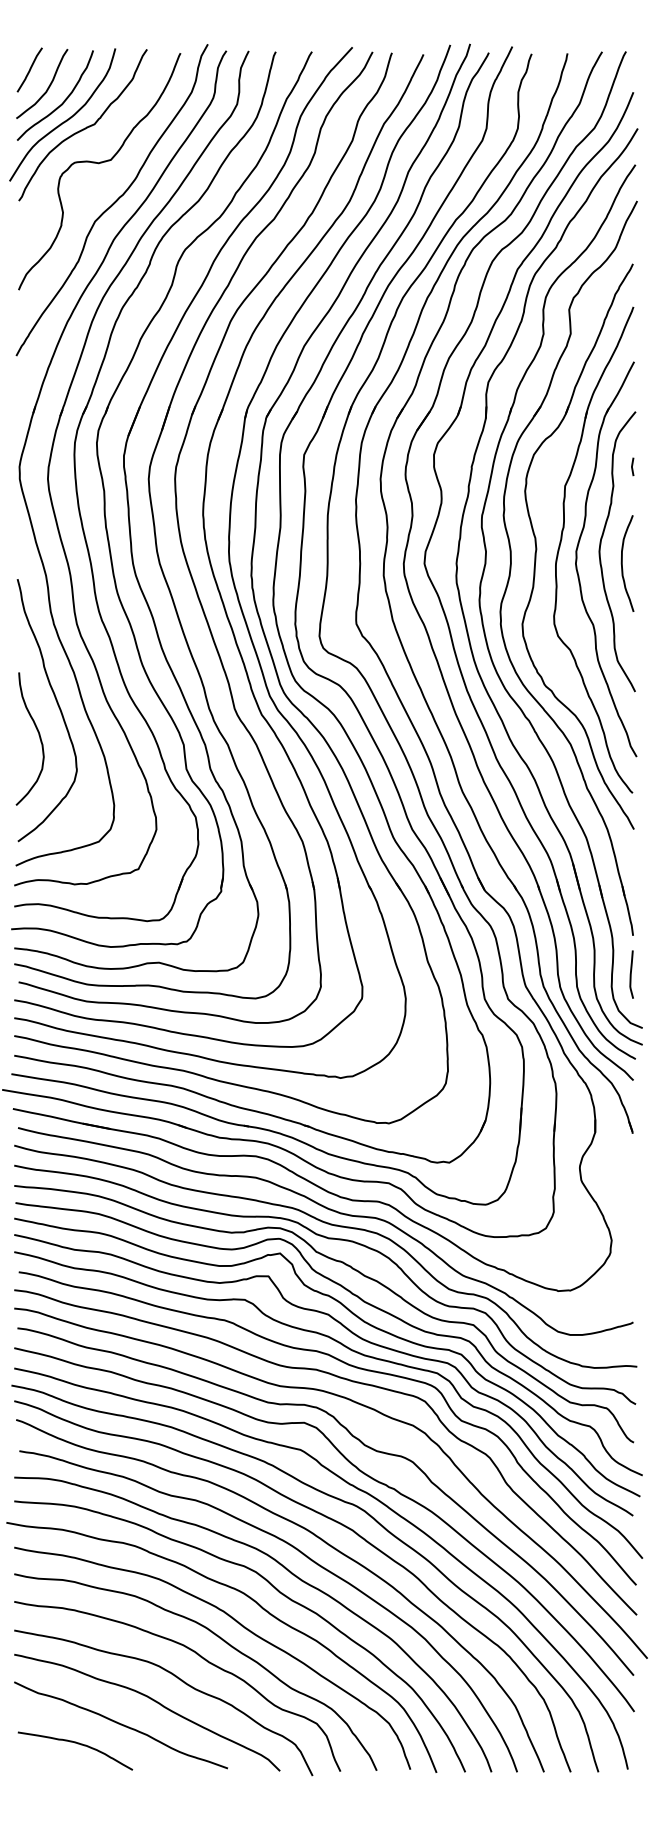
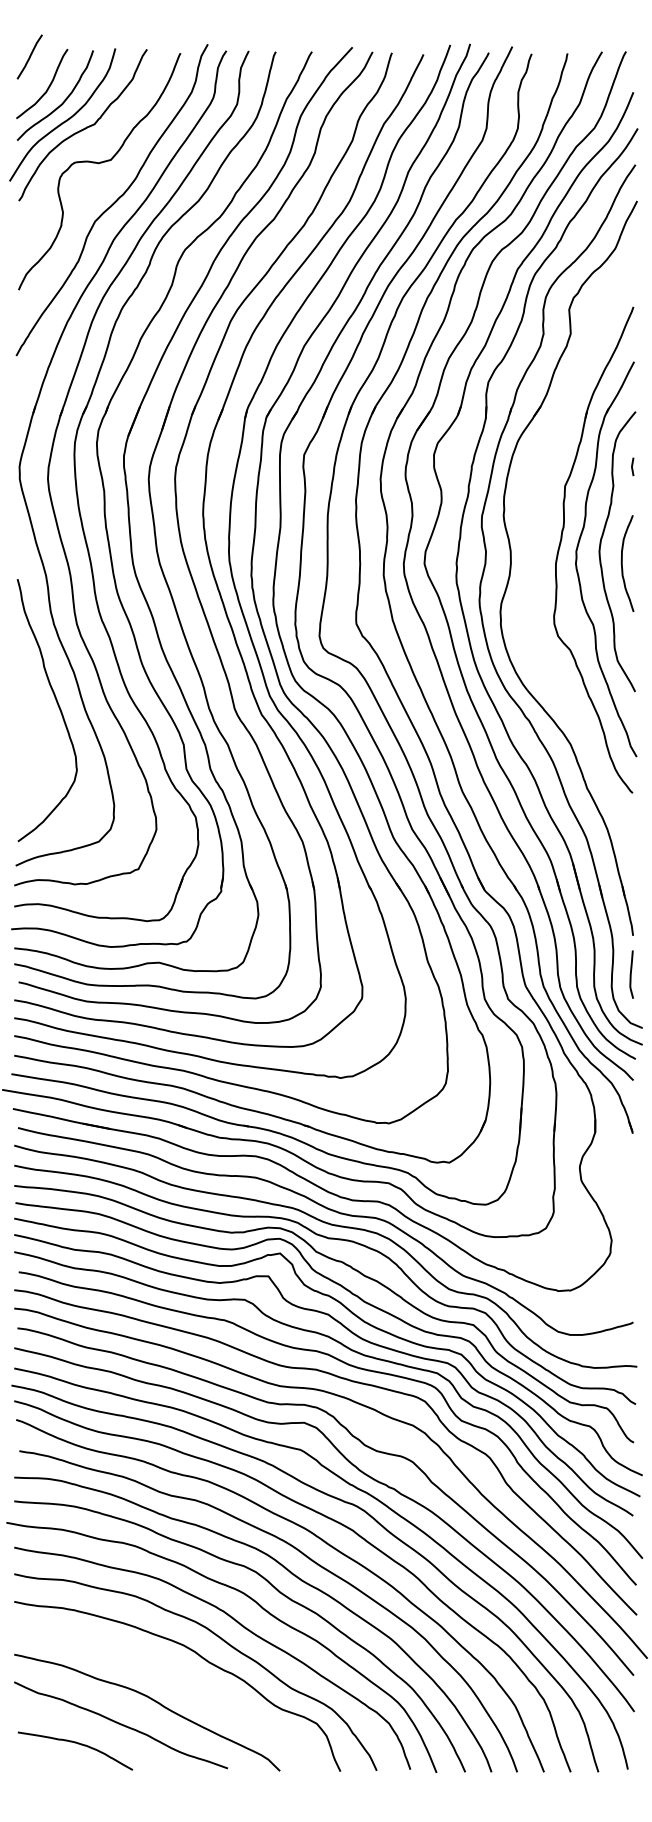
line at (29, 69) position: (29, 69) -> (29, 56)
part at (537, 547): present -> none
curve at (38, 735): present -> none
curve at (178, 1679): present -> none
